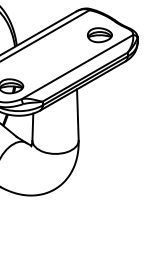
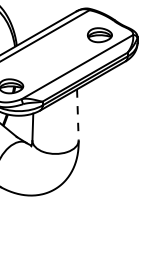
line at (77, 114): solid -> dashed
